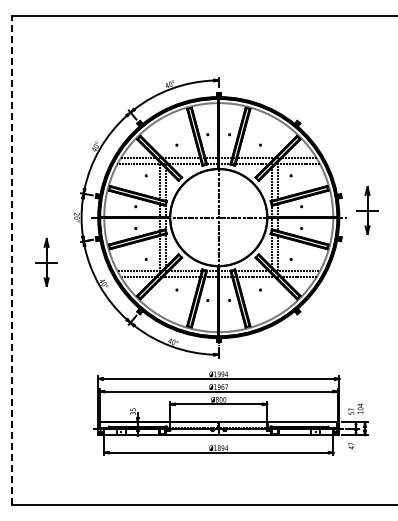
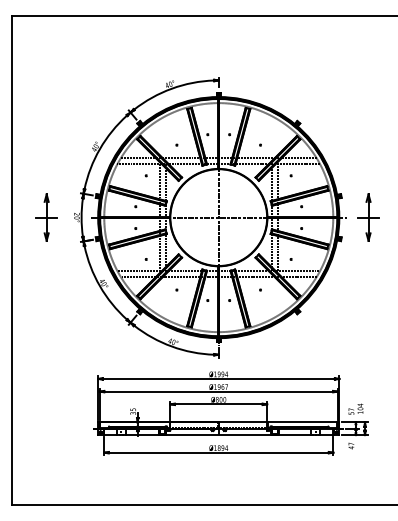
part at (367, 210) position: (367, 210) -> (368, 217)
line at (12, 260): dashed -> solid
part at (46, 262) position: (46, 262) -> (46, 217)
